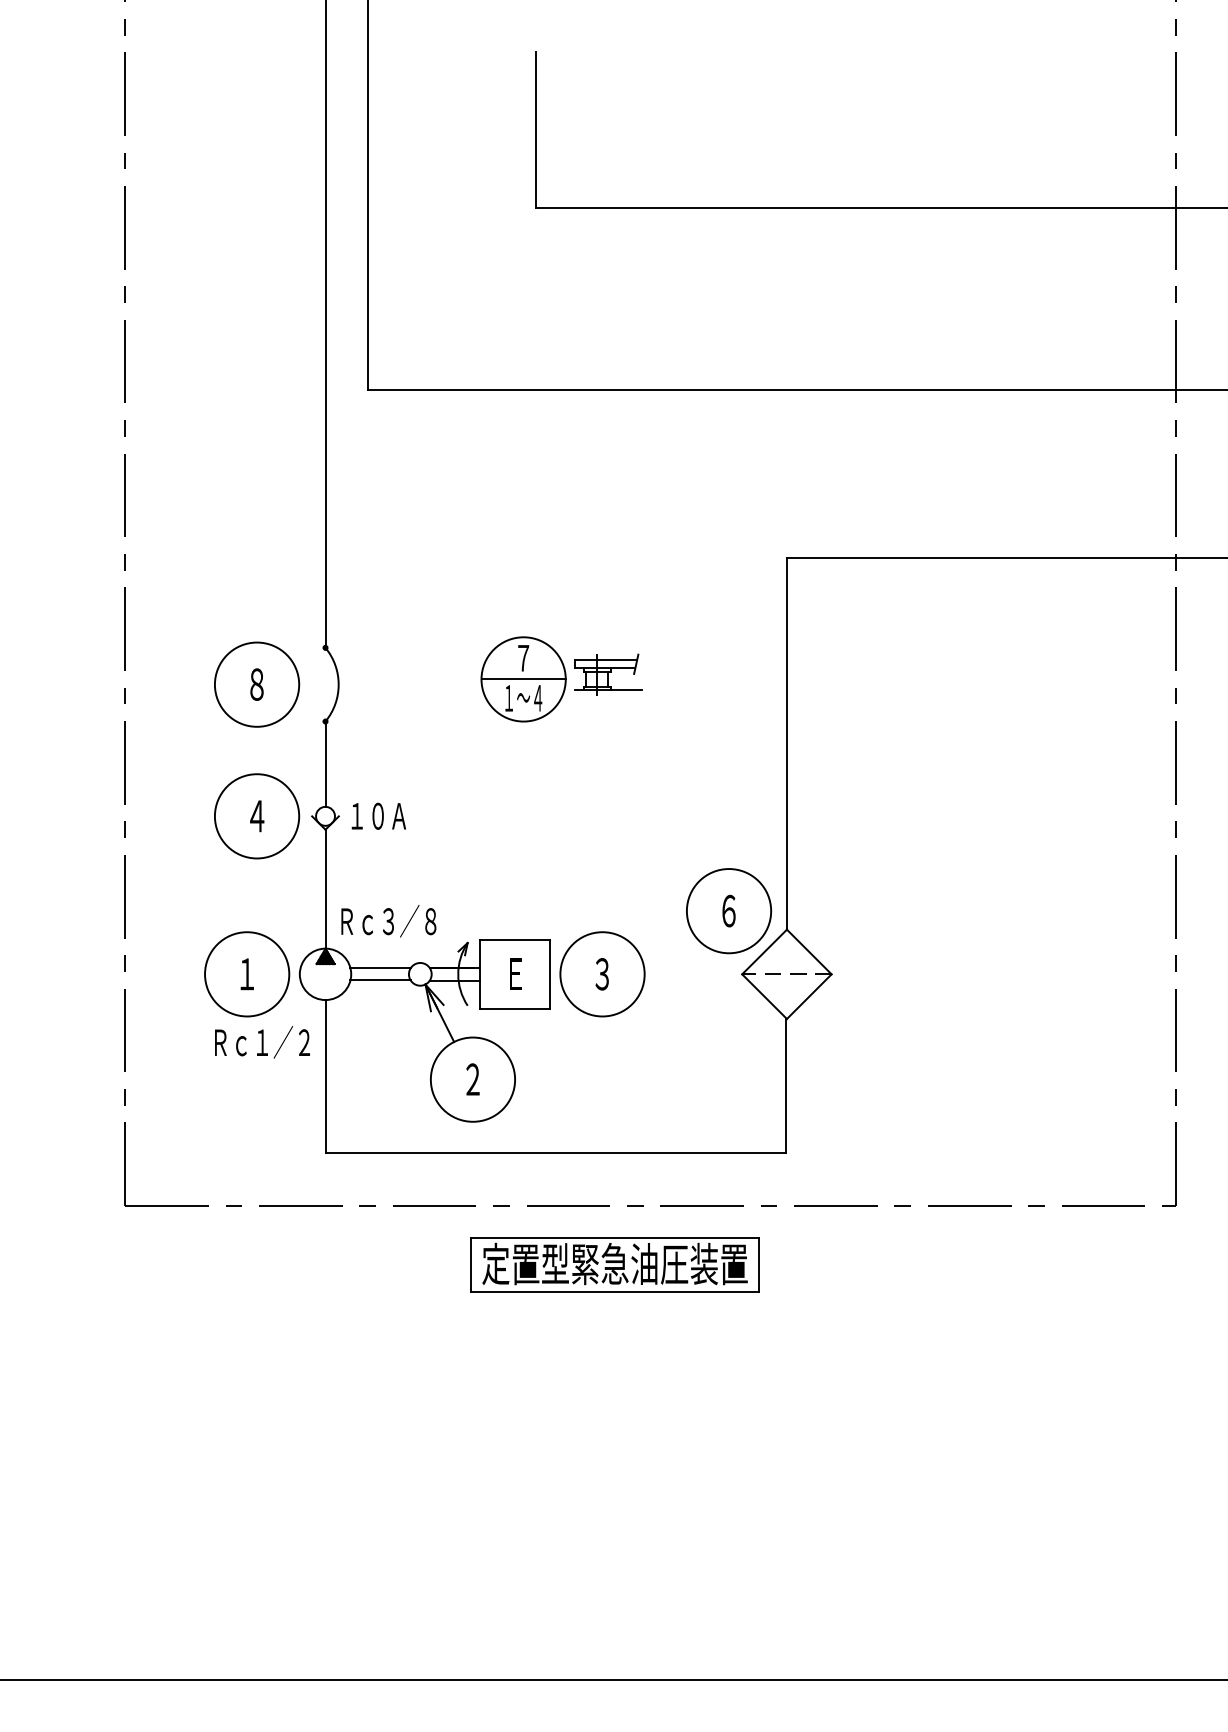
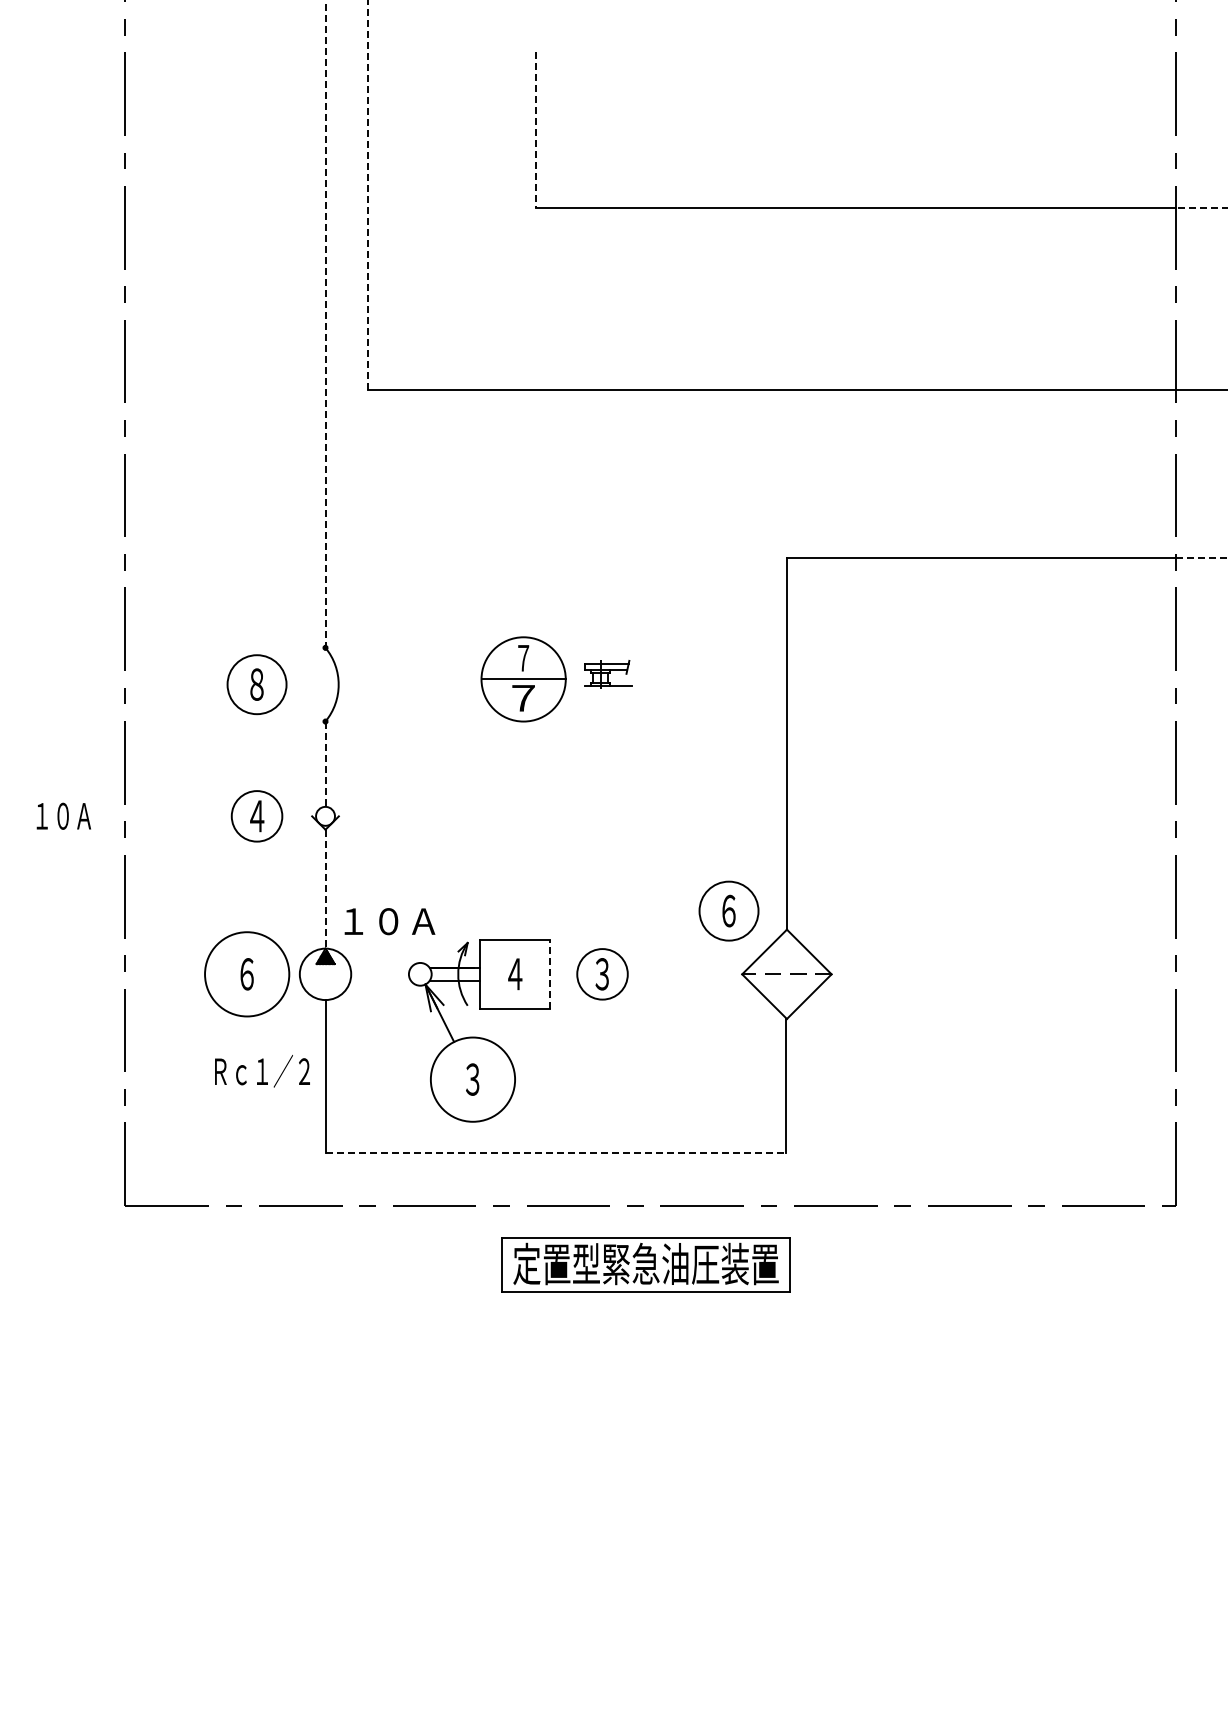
line at (536, 129): solid -> dashed
line at (367, 194): solid -> dashed
line at (1201, 207): solid -> dashed
line at (325, 324): solid -> dashed
line at (1201, 558): solid -> dashed
part at (608, 674) size: 69x43 px -> 49x29 px
circle at (256, 684) diameter: 84 px -> 59 px
text at (523, 698): １～４ -> ７
line at (325, 764): solid -> dashed
text at (378, 815) position: (378, 815) -> (63, 815)
circle at (256, 816) diameter: 84 px -> 51 px
line at (325, 889): solid -> dashed
circle at (728, 911) diameter: 84 px -> 59 px
text at (388, 921): Ｒｃ３／８ -> １０Ａ
line at (380, 967): present -> none
text at (246, 974): １ -> ６
text at (515, 974): Ｅ -> ４
line at (549, 974): solid -> dashed
circle at (602, 974) diameter: 84 px -> 51 px
line at (380, 980): present -> none
text at (262, 1042) position: (262, 1042) -> (262, 1071)
text at (472, 1079): ２ -> ３
line at (556, 1153): solid -> dashed
part at (614, 1264) position: (614, 1264) -> (645, 1264)
line at (613, 1680): present -> none
